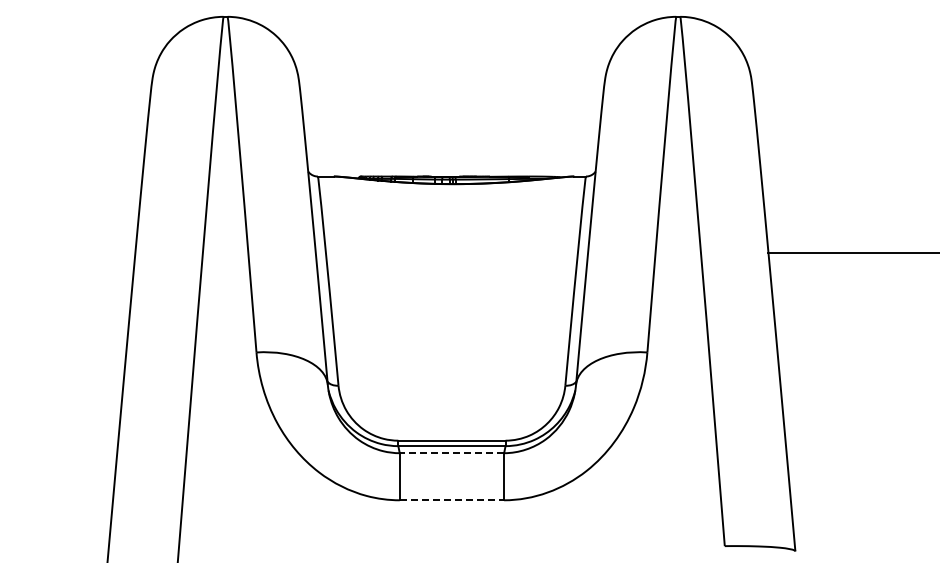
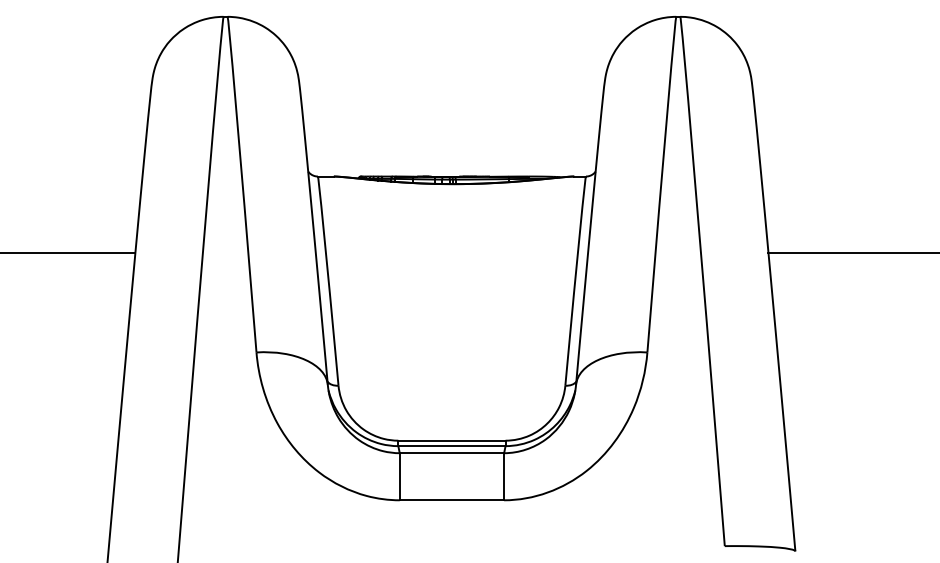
line at (68, 252): none -> present
line at (451, 453): dashed -> solid
line at (452, 500): dashed -> solid
